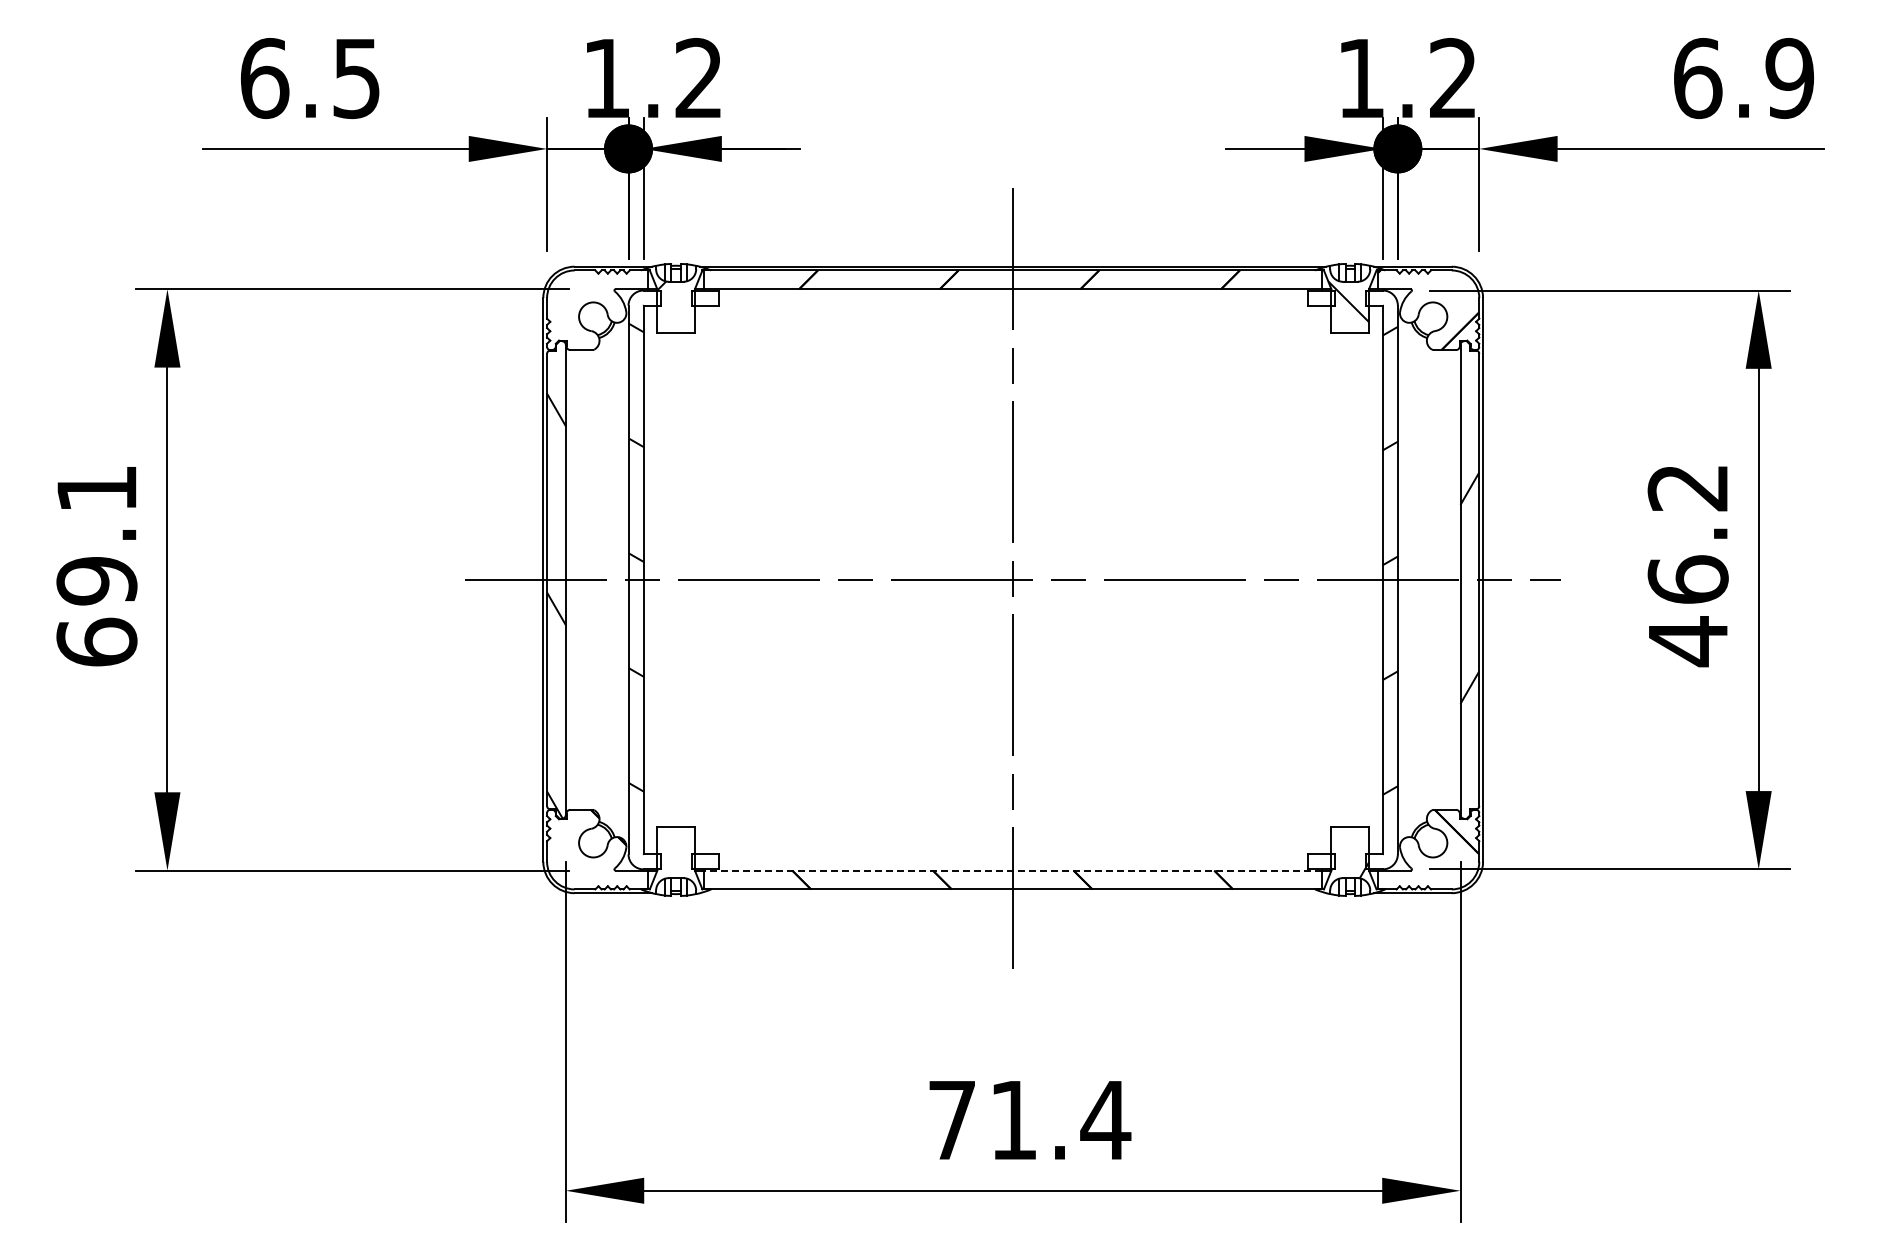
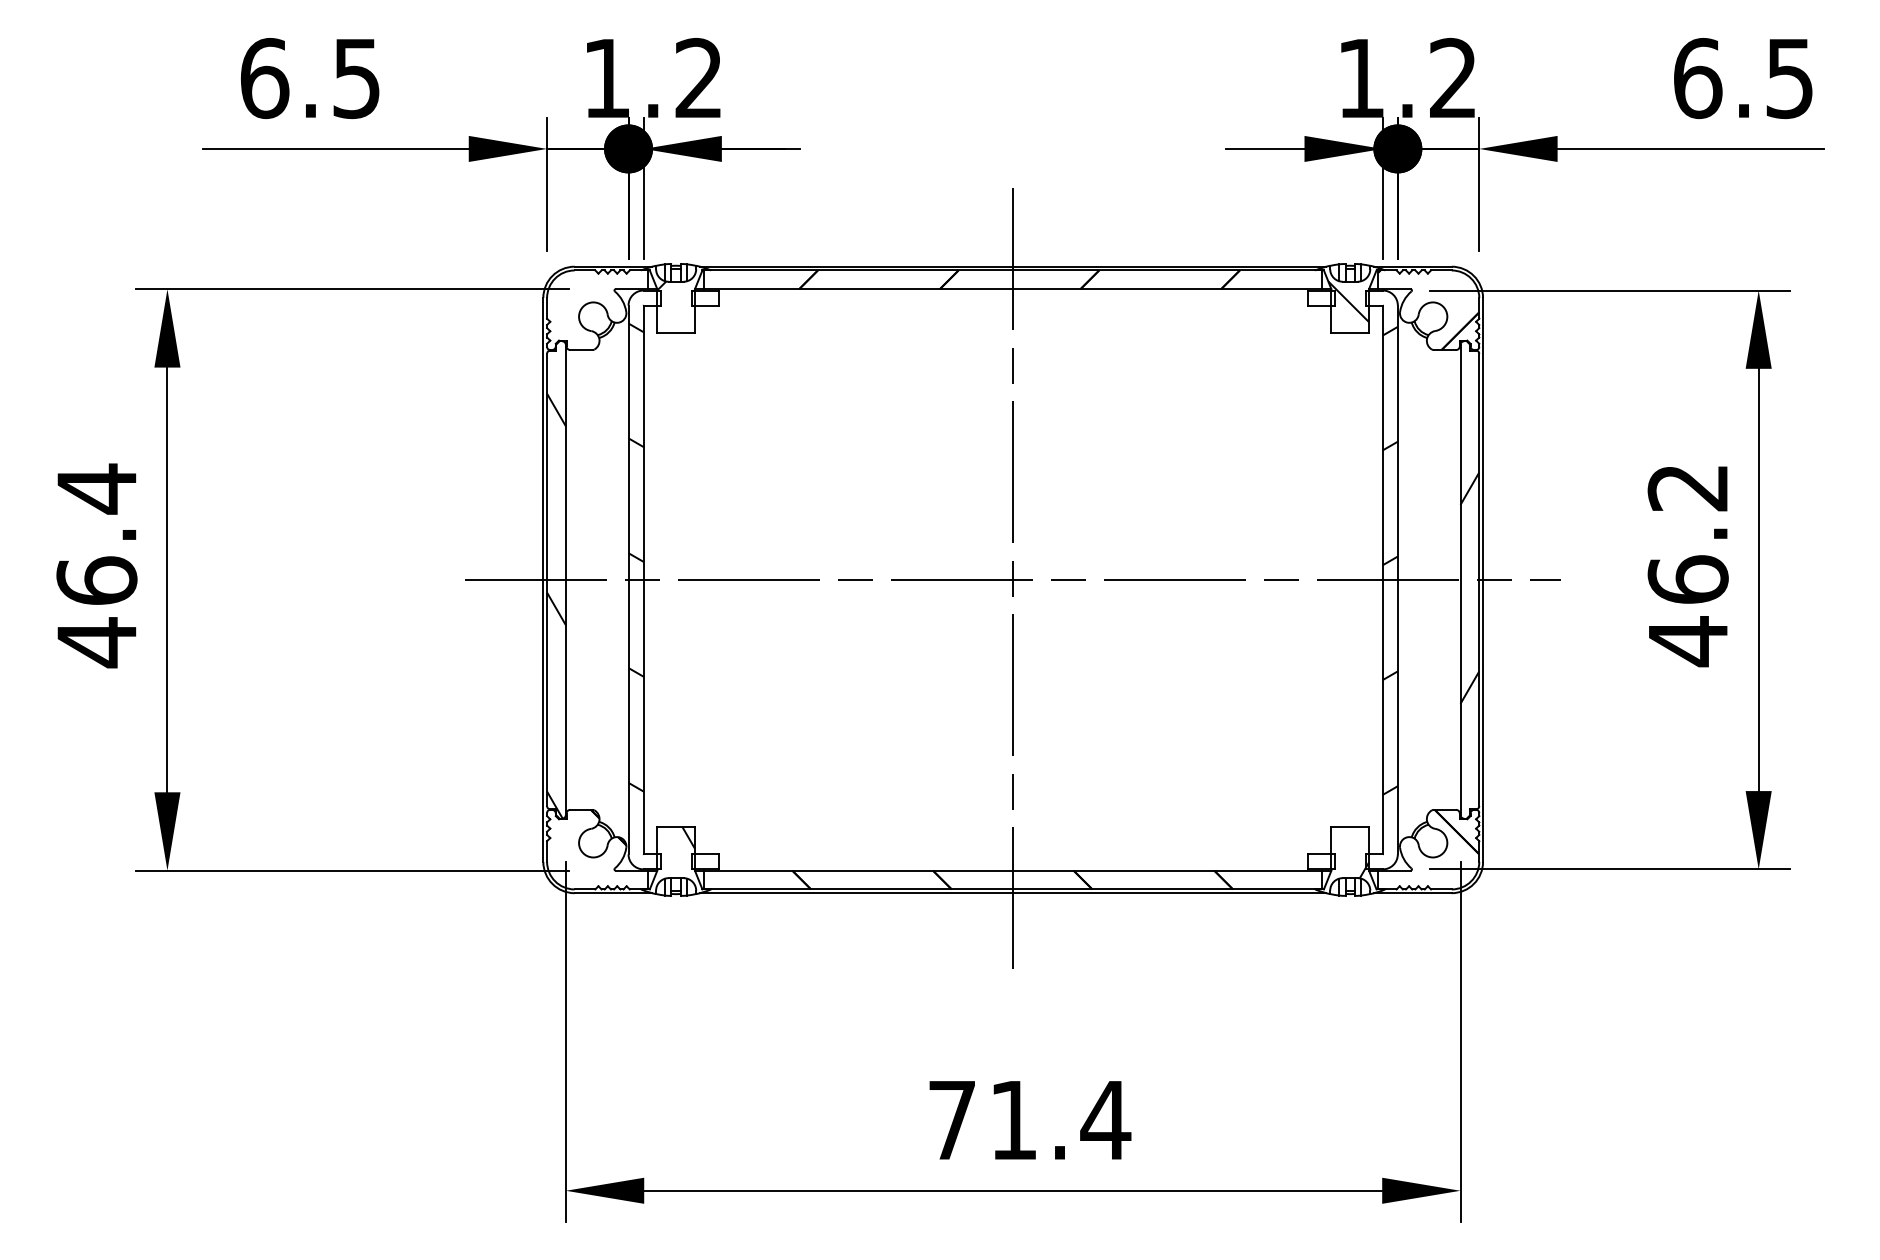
text at (1789, 78): 6.9 -> 6.5
text at (96, 565): 69.1 -> 46.4
hatch at (688, 837): none -> present
line at (1013, 870): dashed -> solid
line at (1013, 893): none -> present
